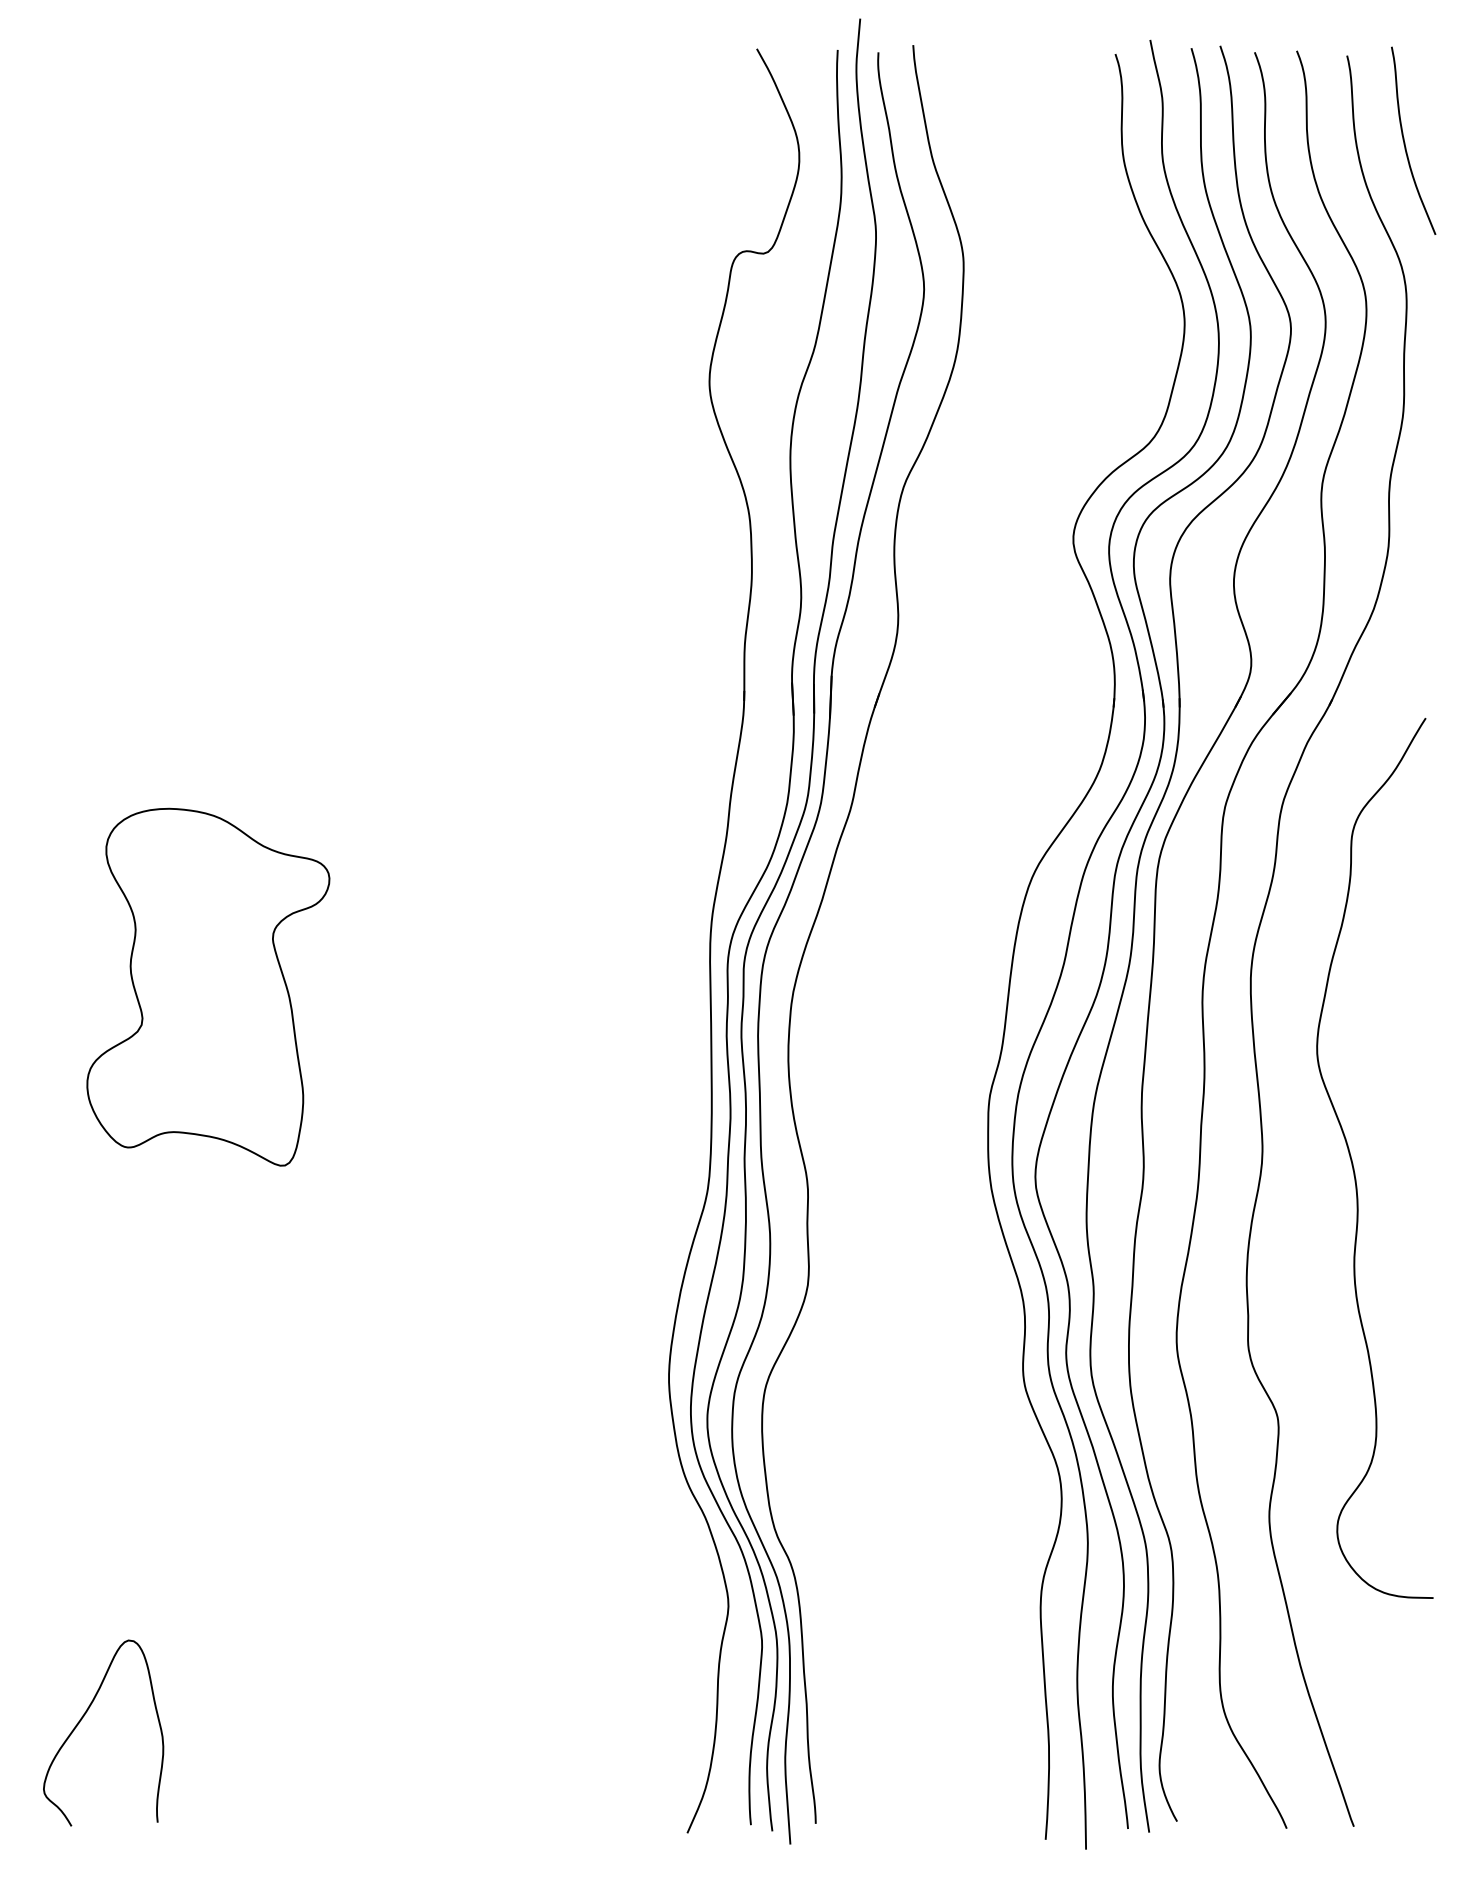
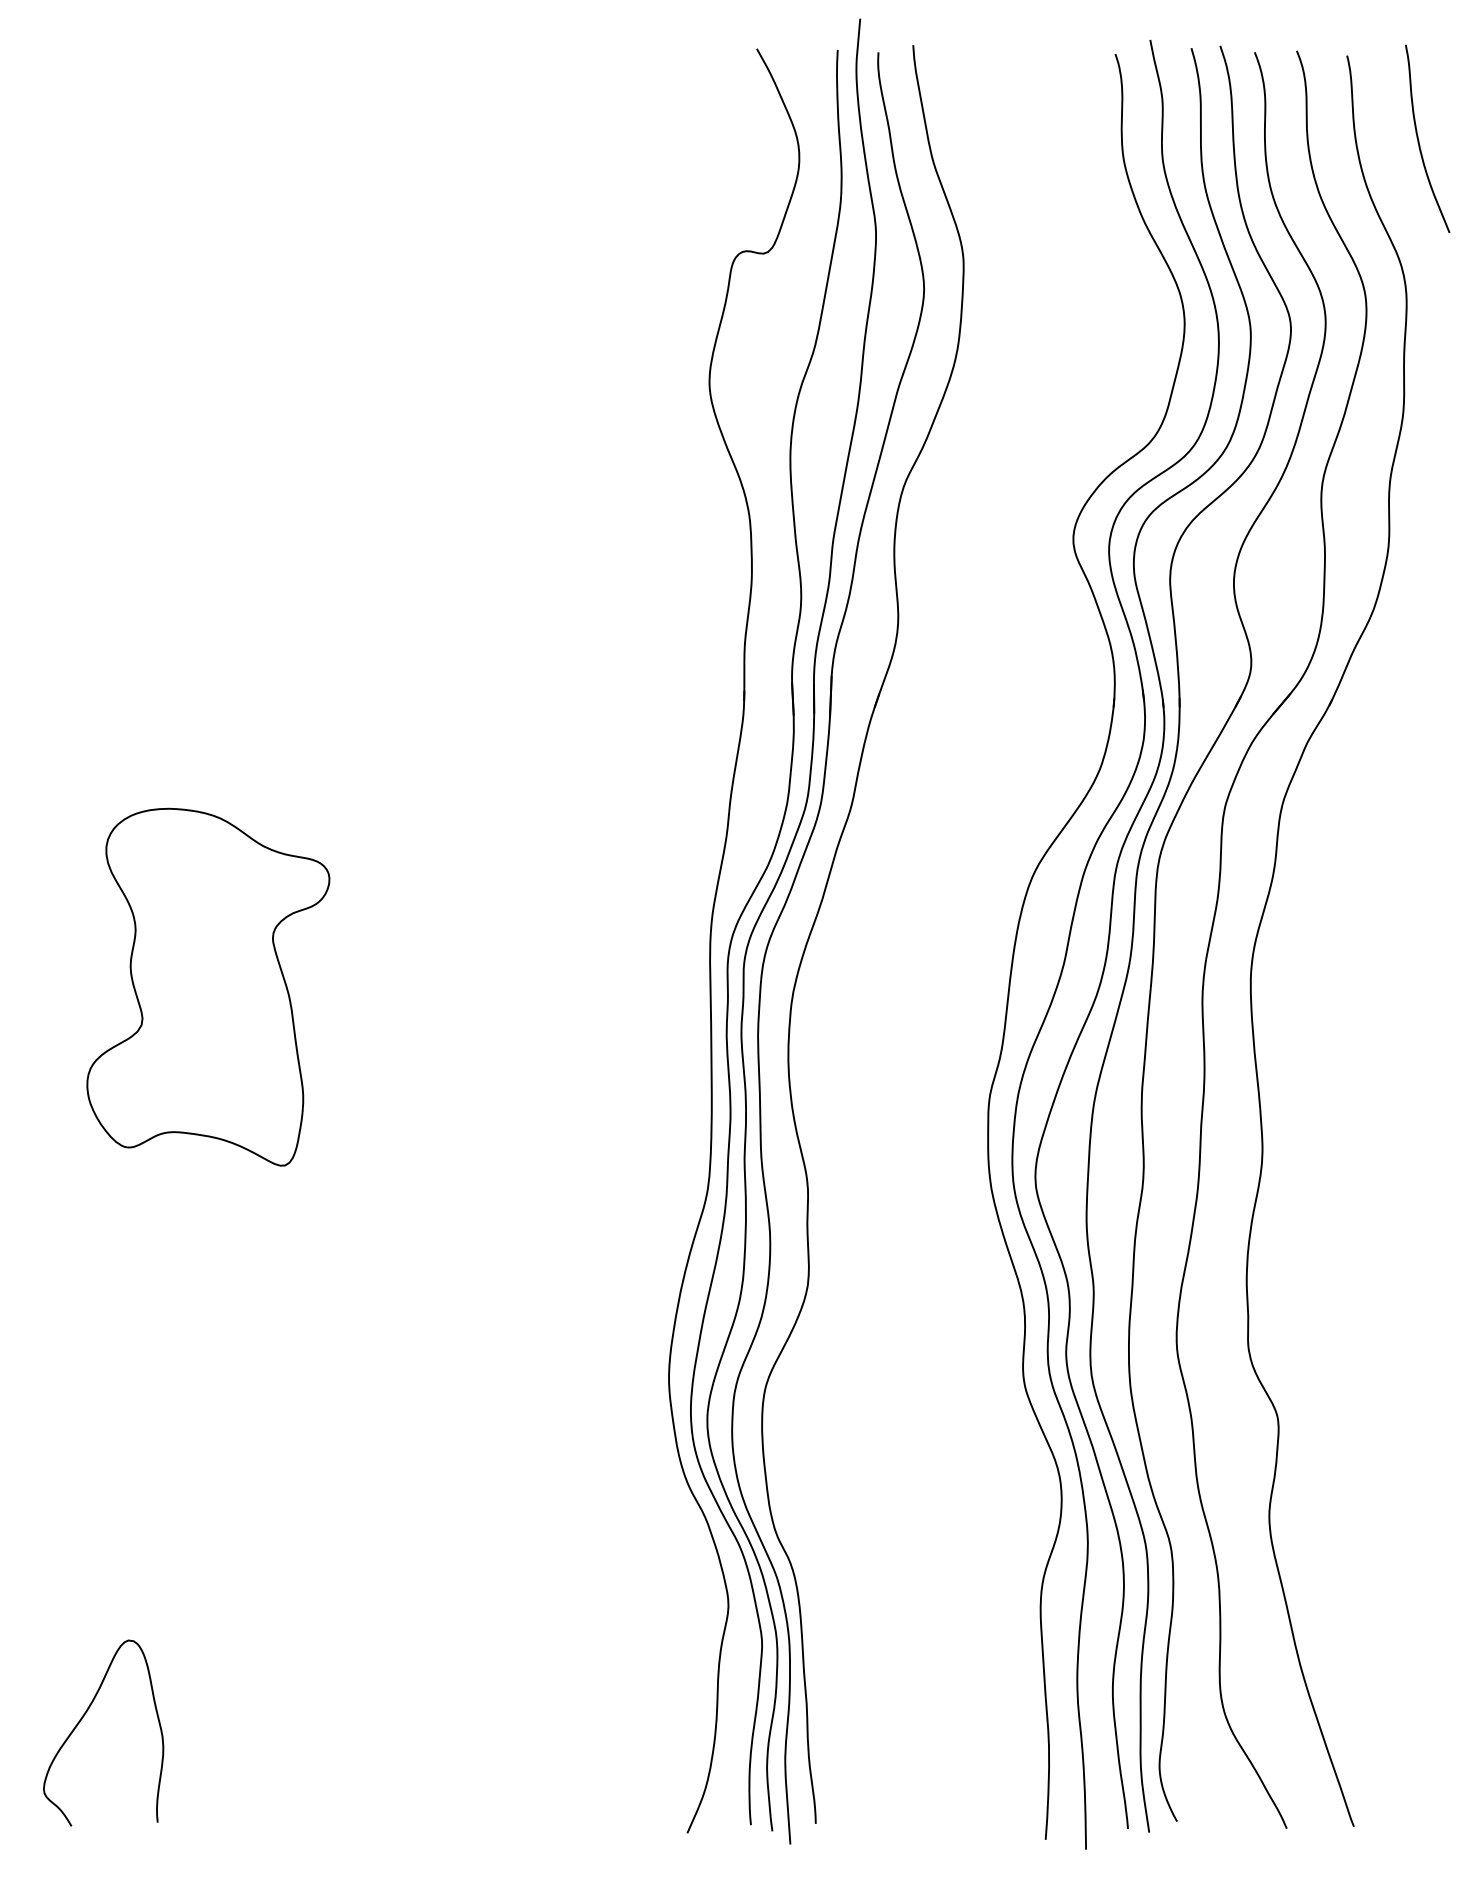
curve at (1405, 142) position: (1405, 142) -> (1419, 140)
curve at (1353, 1163): present -> none
